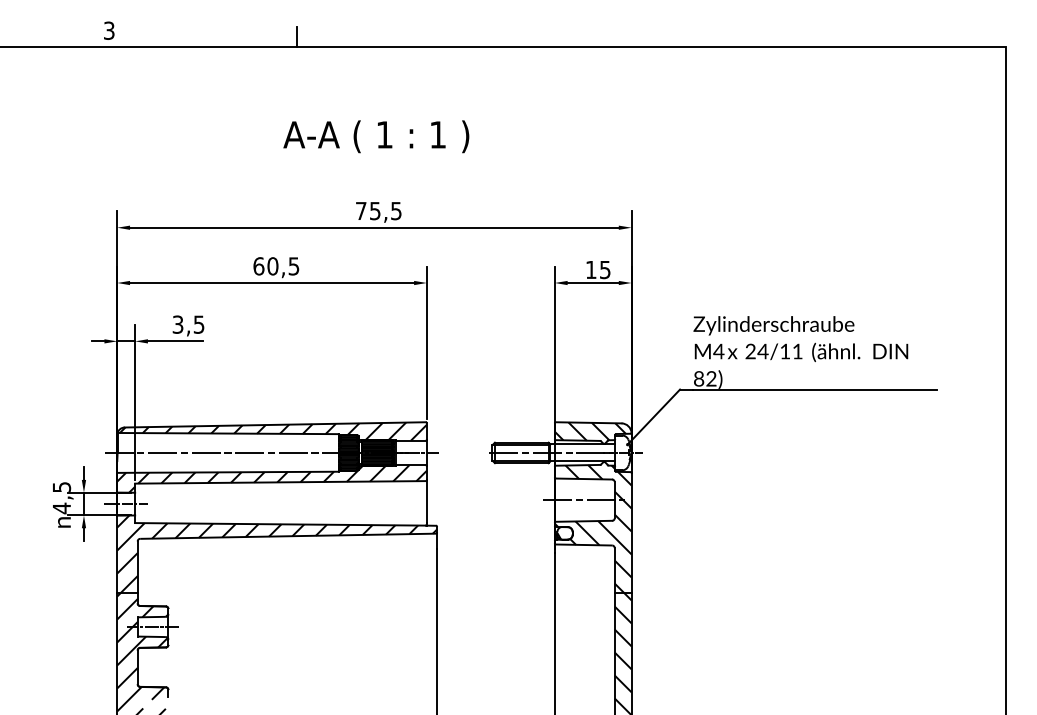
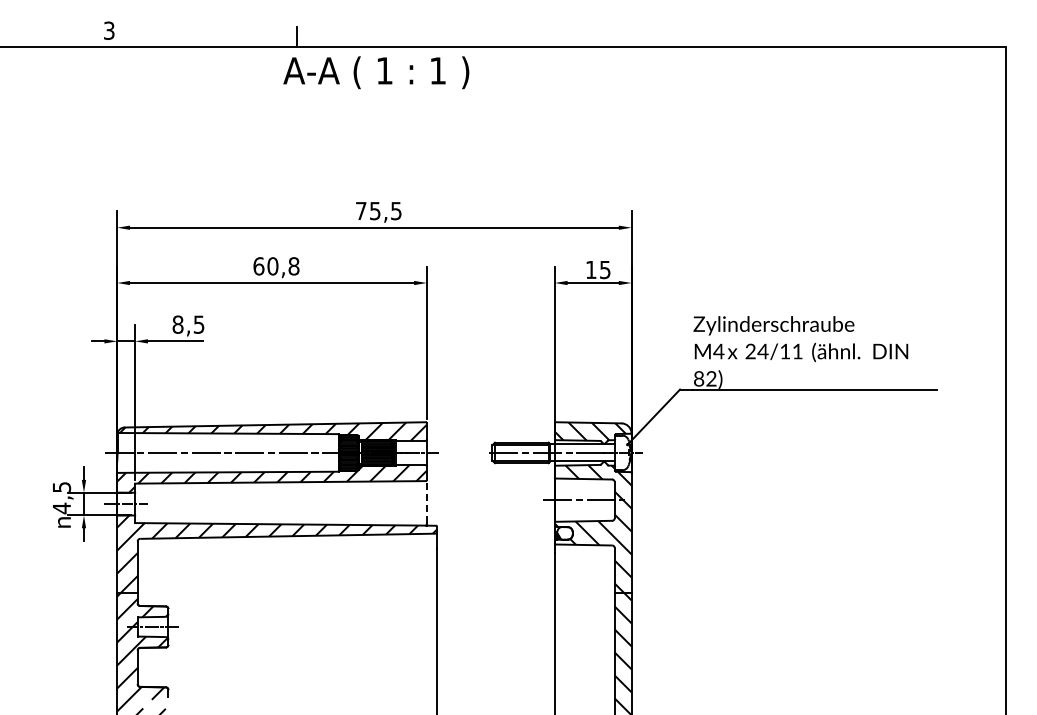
text at (376, 136) position: (376, 136) -> (376, 72)
text at (293, 266): 60,5 -> 60,8
text at (177, 324): 3,5 -> 8,5
line at (426, 501): solid -> dashed
